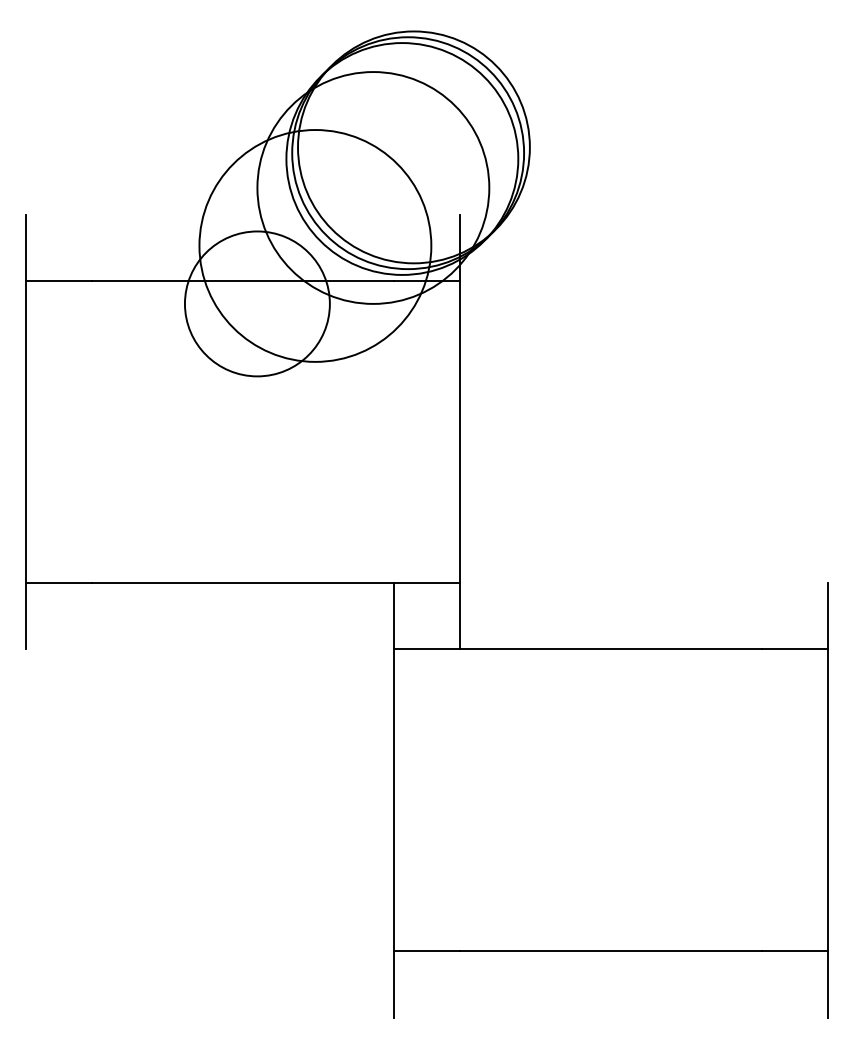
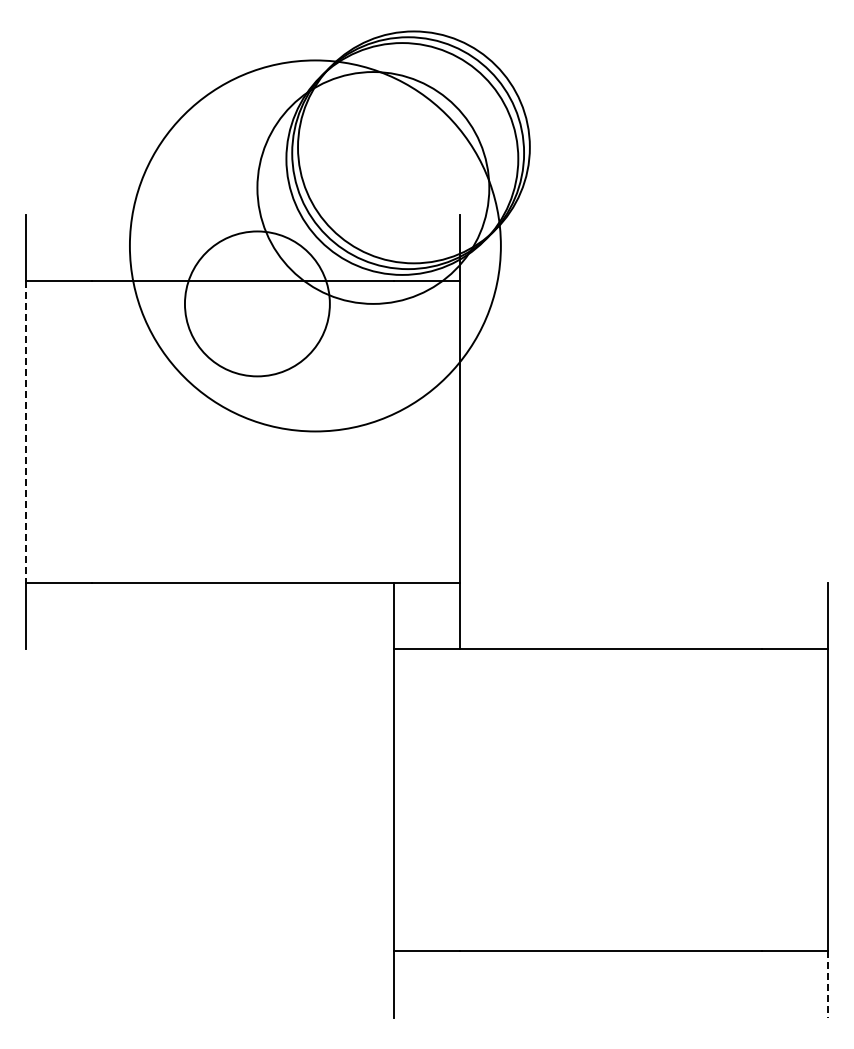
circle at (315, 245) diameter: 232 px -> 371 px
line at (25, 432): solid -> dashed
line at (828, 984): solid -> dashed
